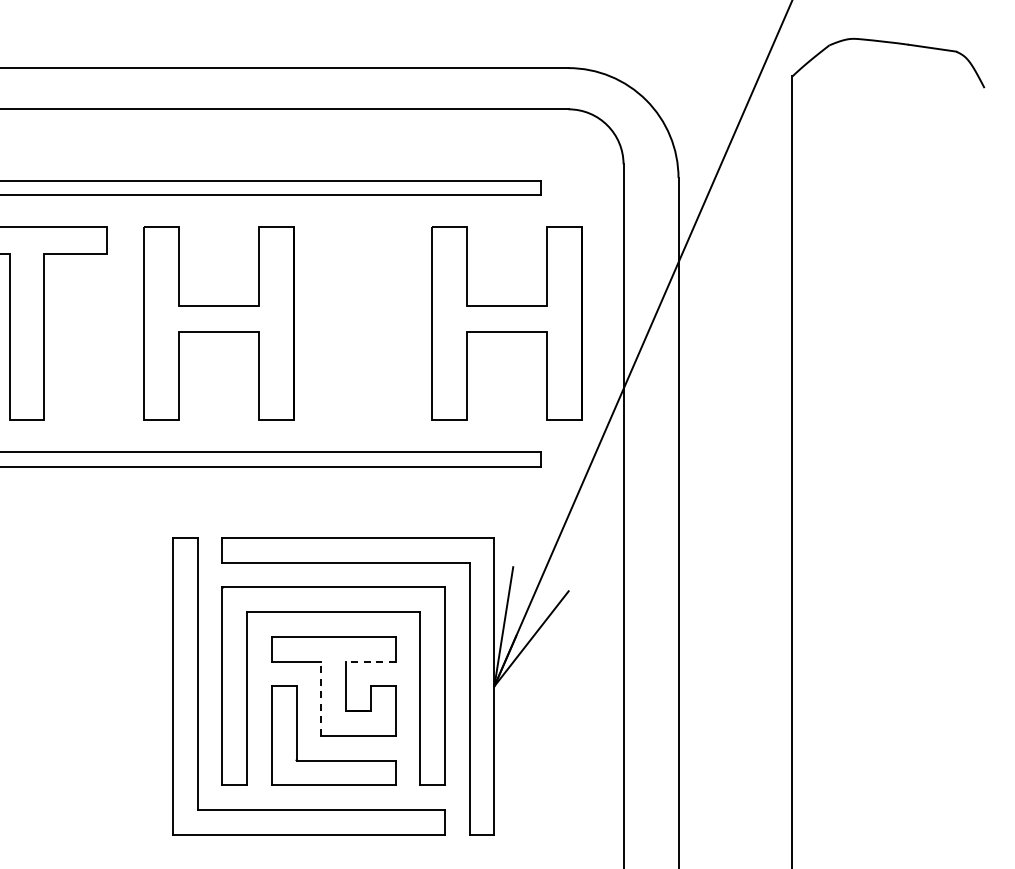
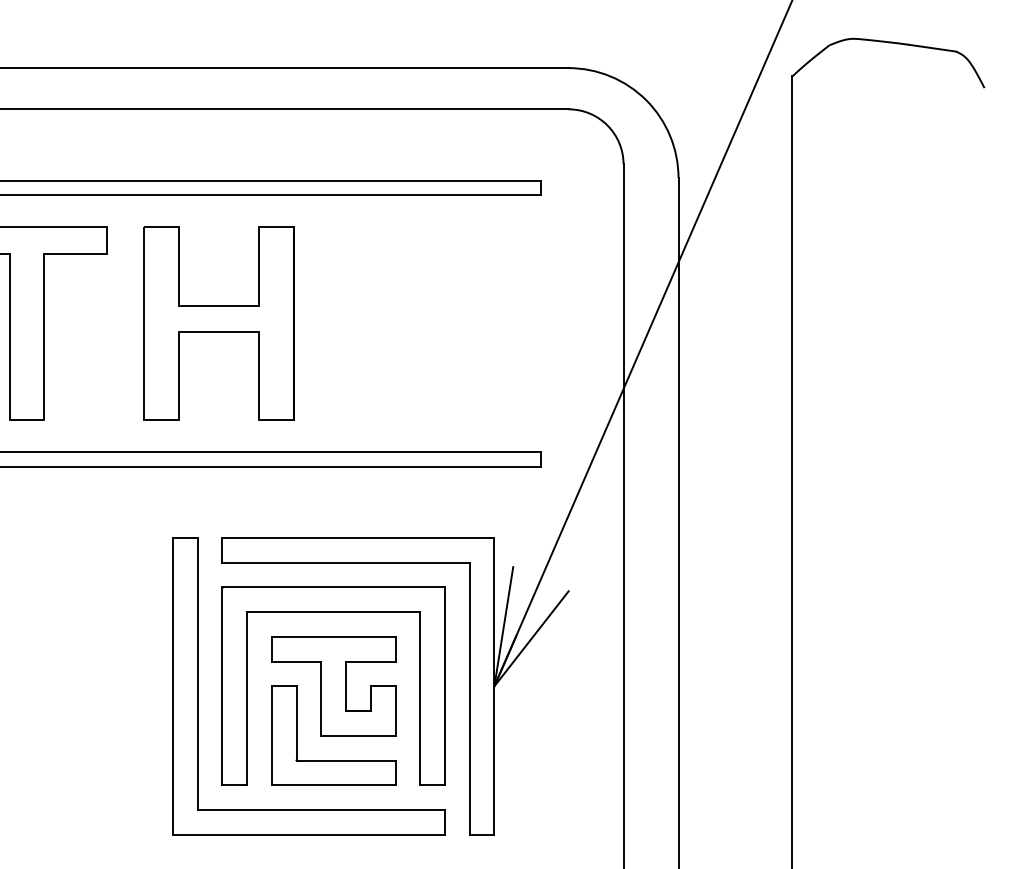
part at (506, 323): present -> none
line at (370, 661): dashed -> solid
line at (321, 698): dashed -> solid
